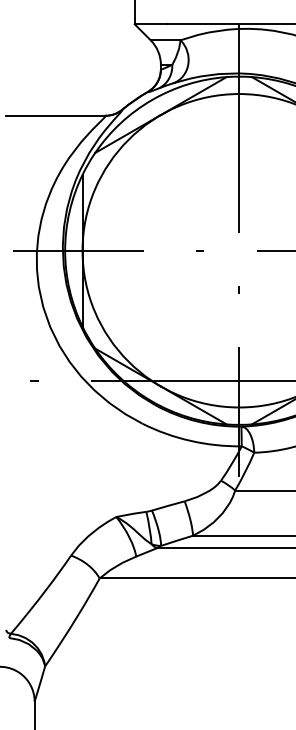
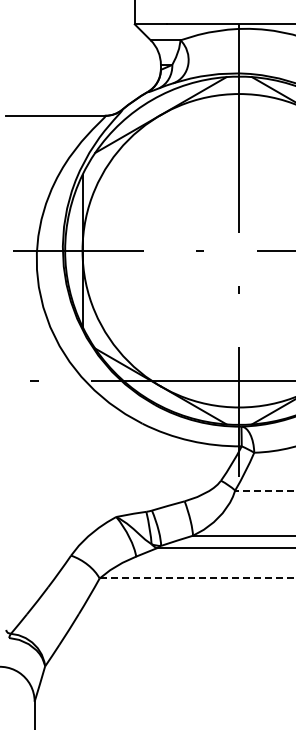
line at (265, 490): solid -> dashed
line at (197, 578): solid -> dashed
